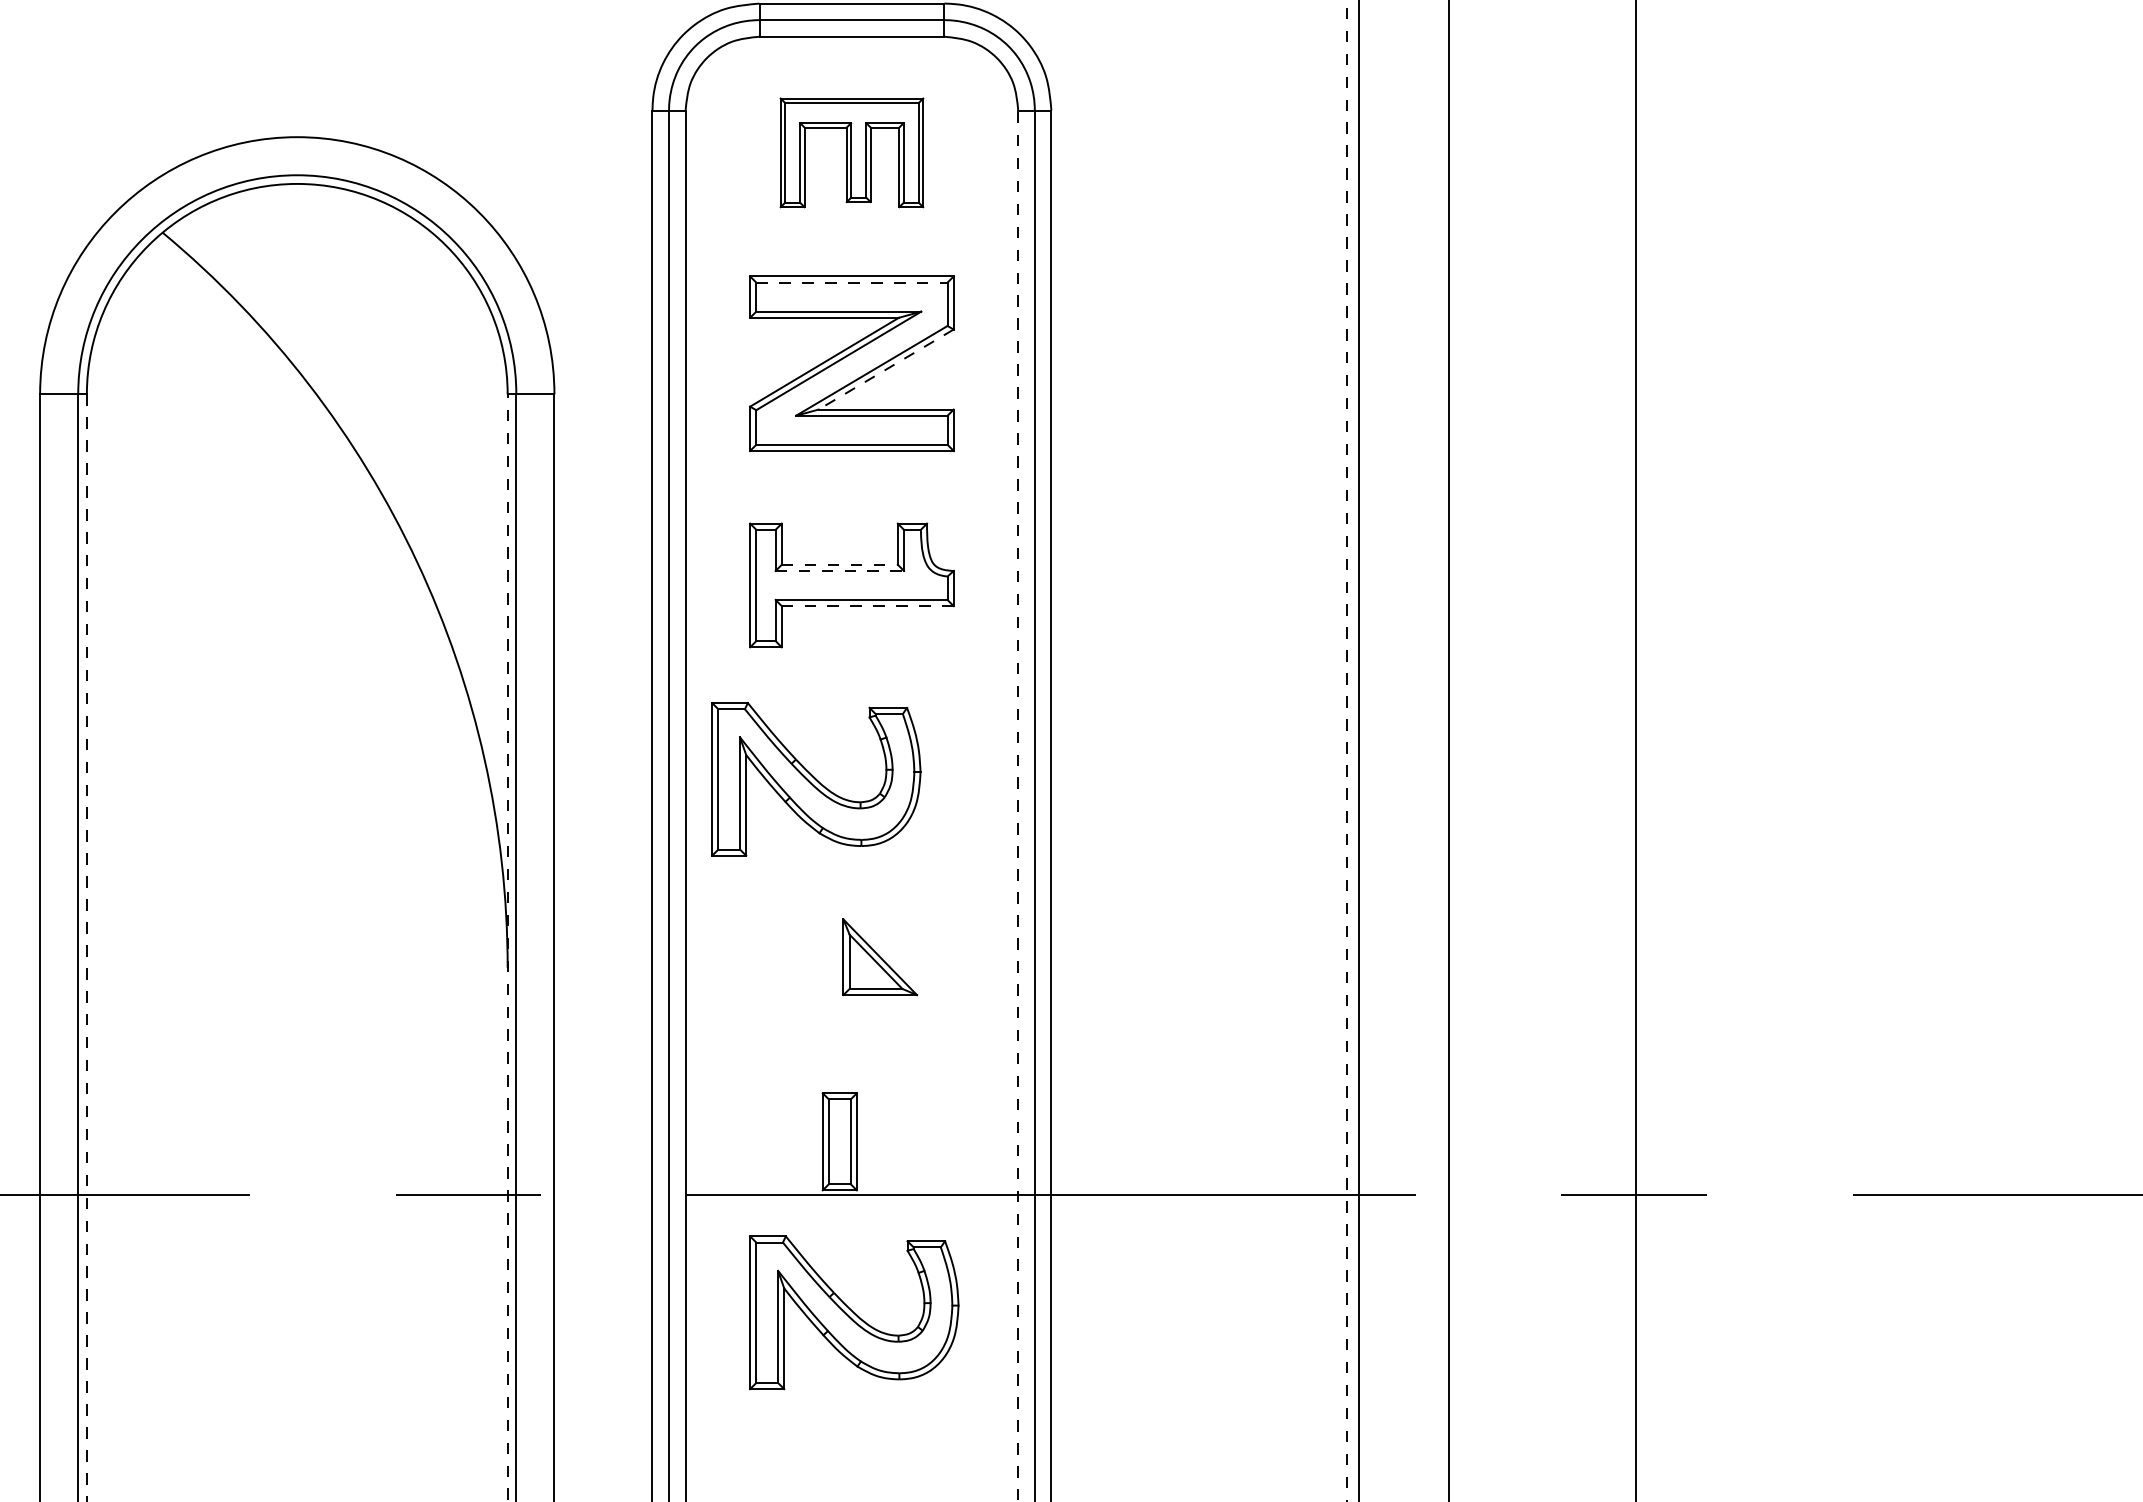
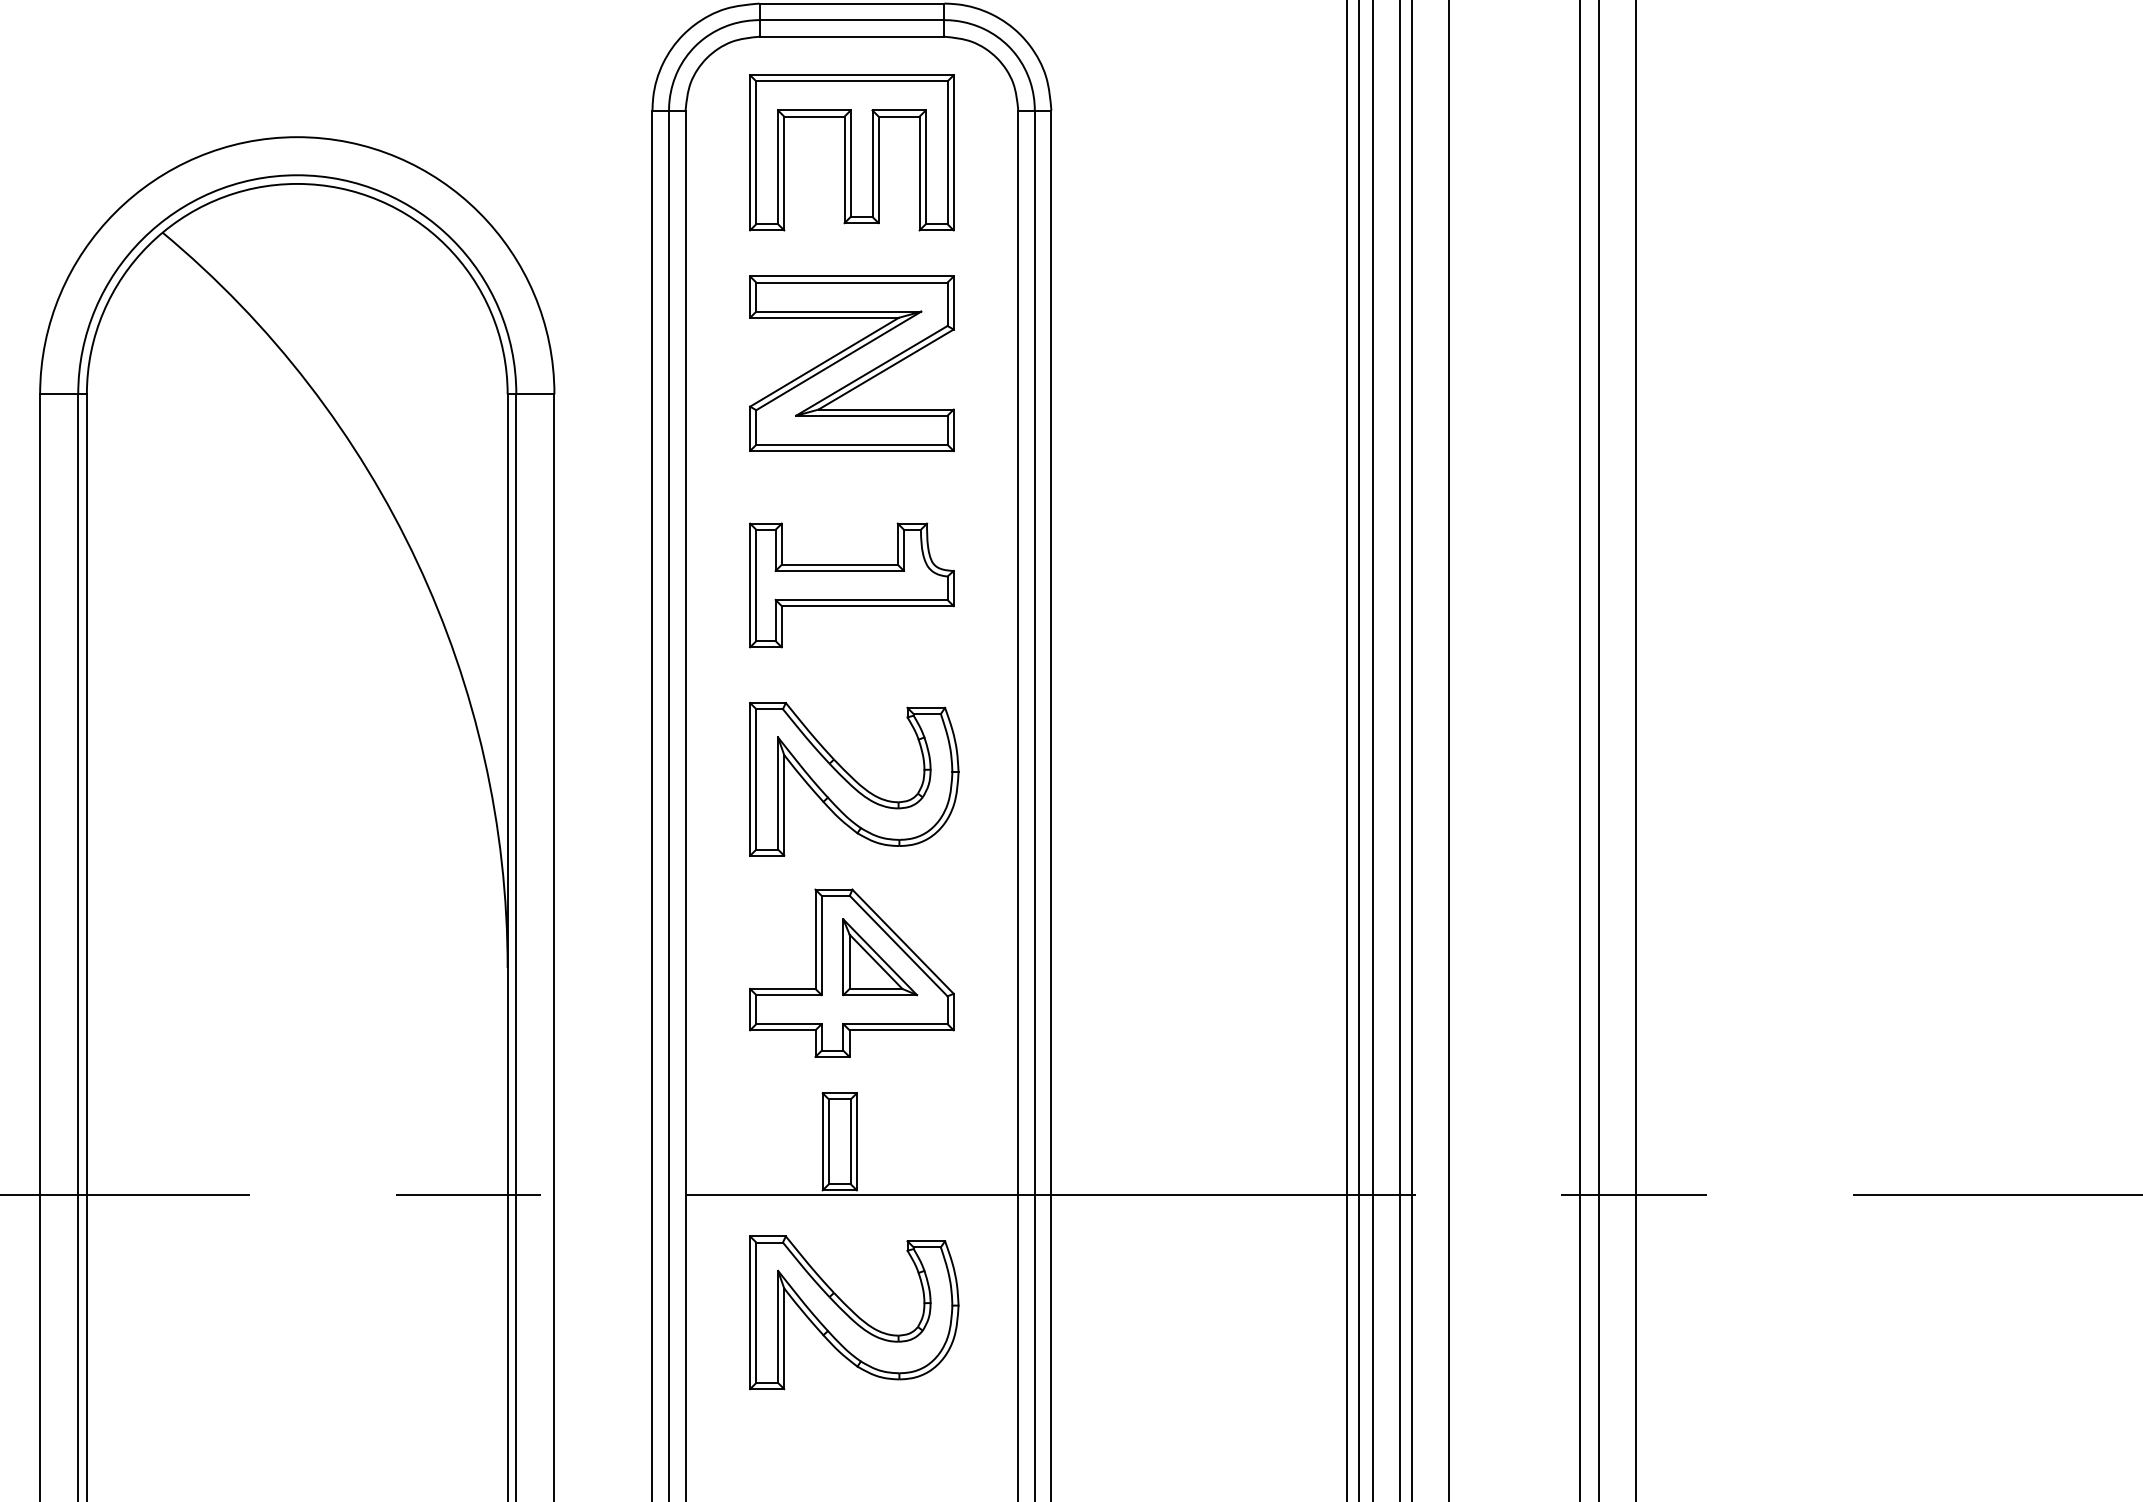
part at (851, 152) size: 146x112 px -> 206x158 px
line at (851, 282): dashed -> solid
line at (886, 369): dashed -> solid
line at (840, 564): dashed -> solid
line at (840, 570): dashed -> solid
line at (867, 606): dashed -> solid
line at (1347, 750): dashed -> solid
line at (1372, 750): none -> present
line at (1399, 750): none -> present
line at (1412, 750): none -> present
line at (1579, 750): none -> present
line at (1598, 750): none -> present
part at (816, 779) position: (816, 779) -> (854, 779)
line at (1018, 805): dashed -> solid
line at (507, 947): dashed -> solid
line at (86, 948): dashed -> solid
part at (851, 972): none -> present
